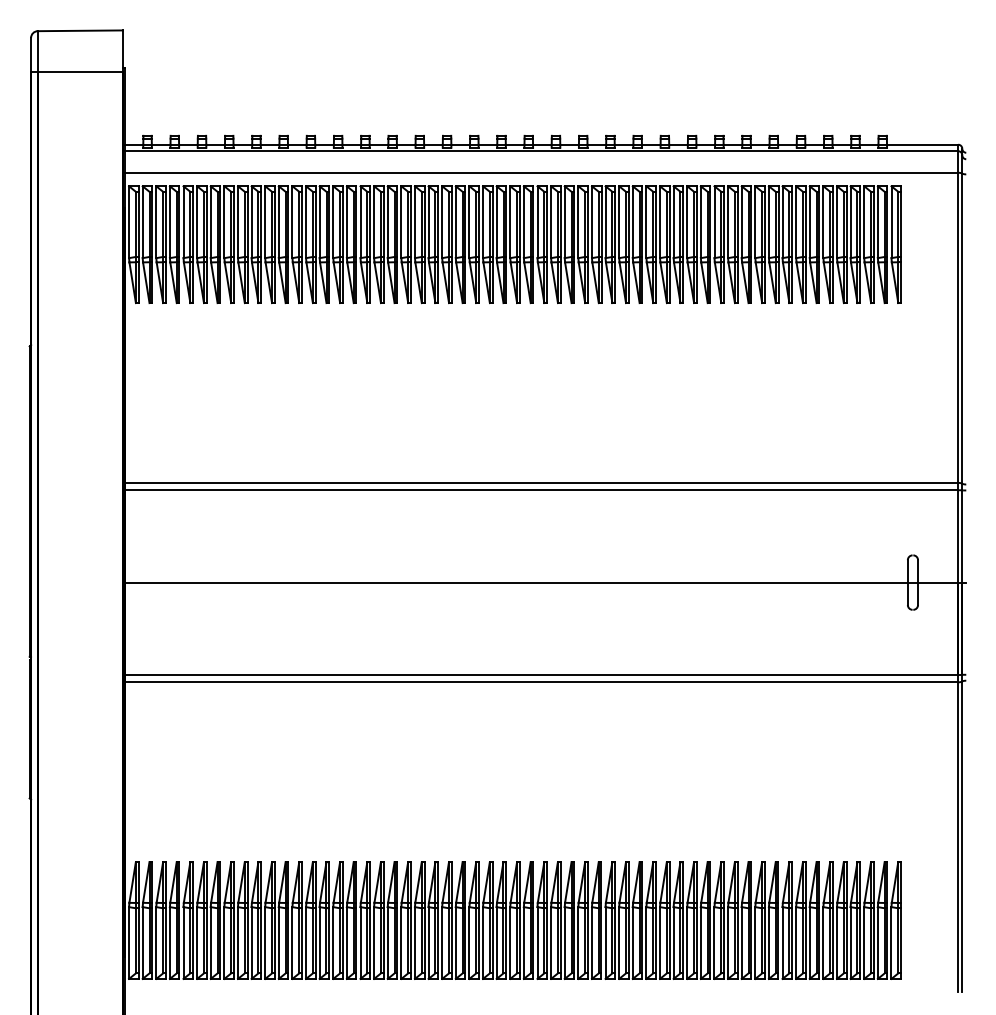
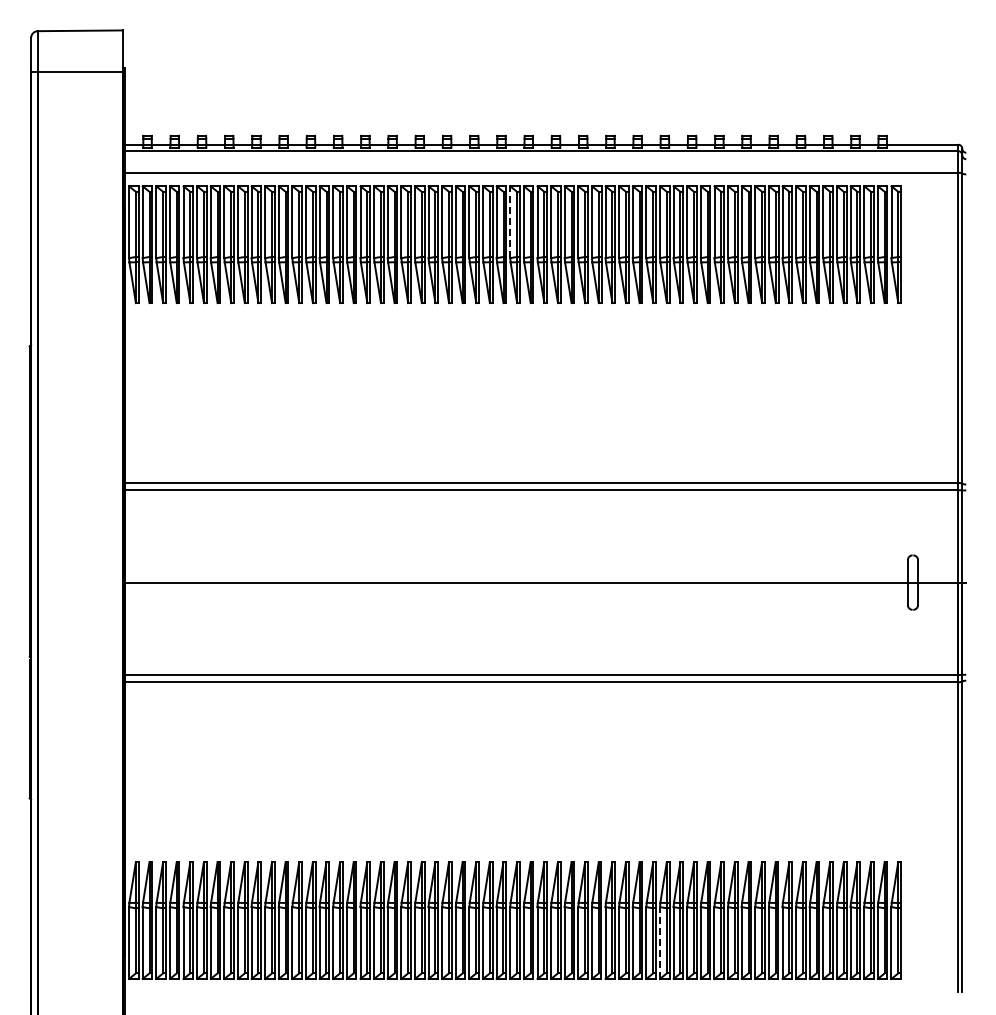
line at (510, 222): solid -> dashed
line at (660, 943): solid -> dashed
